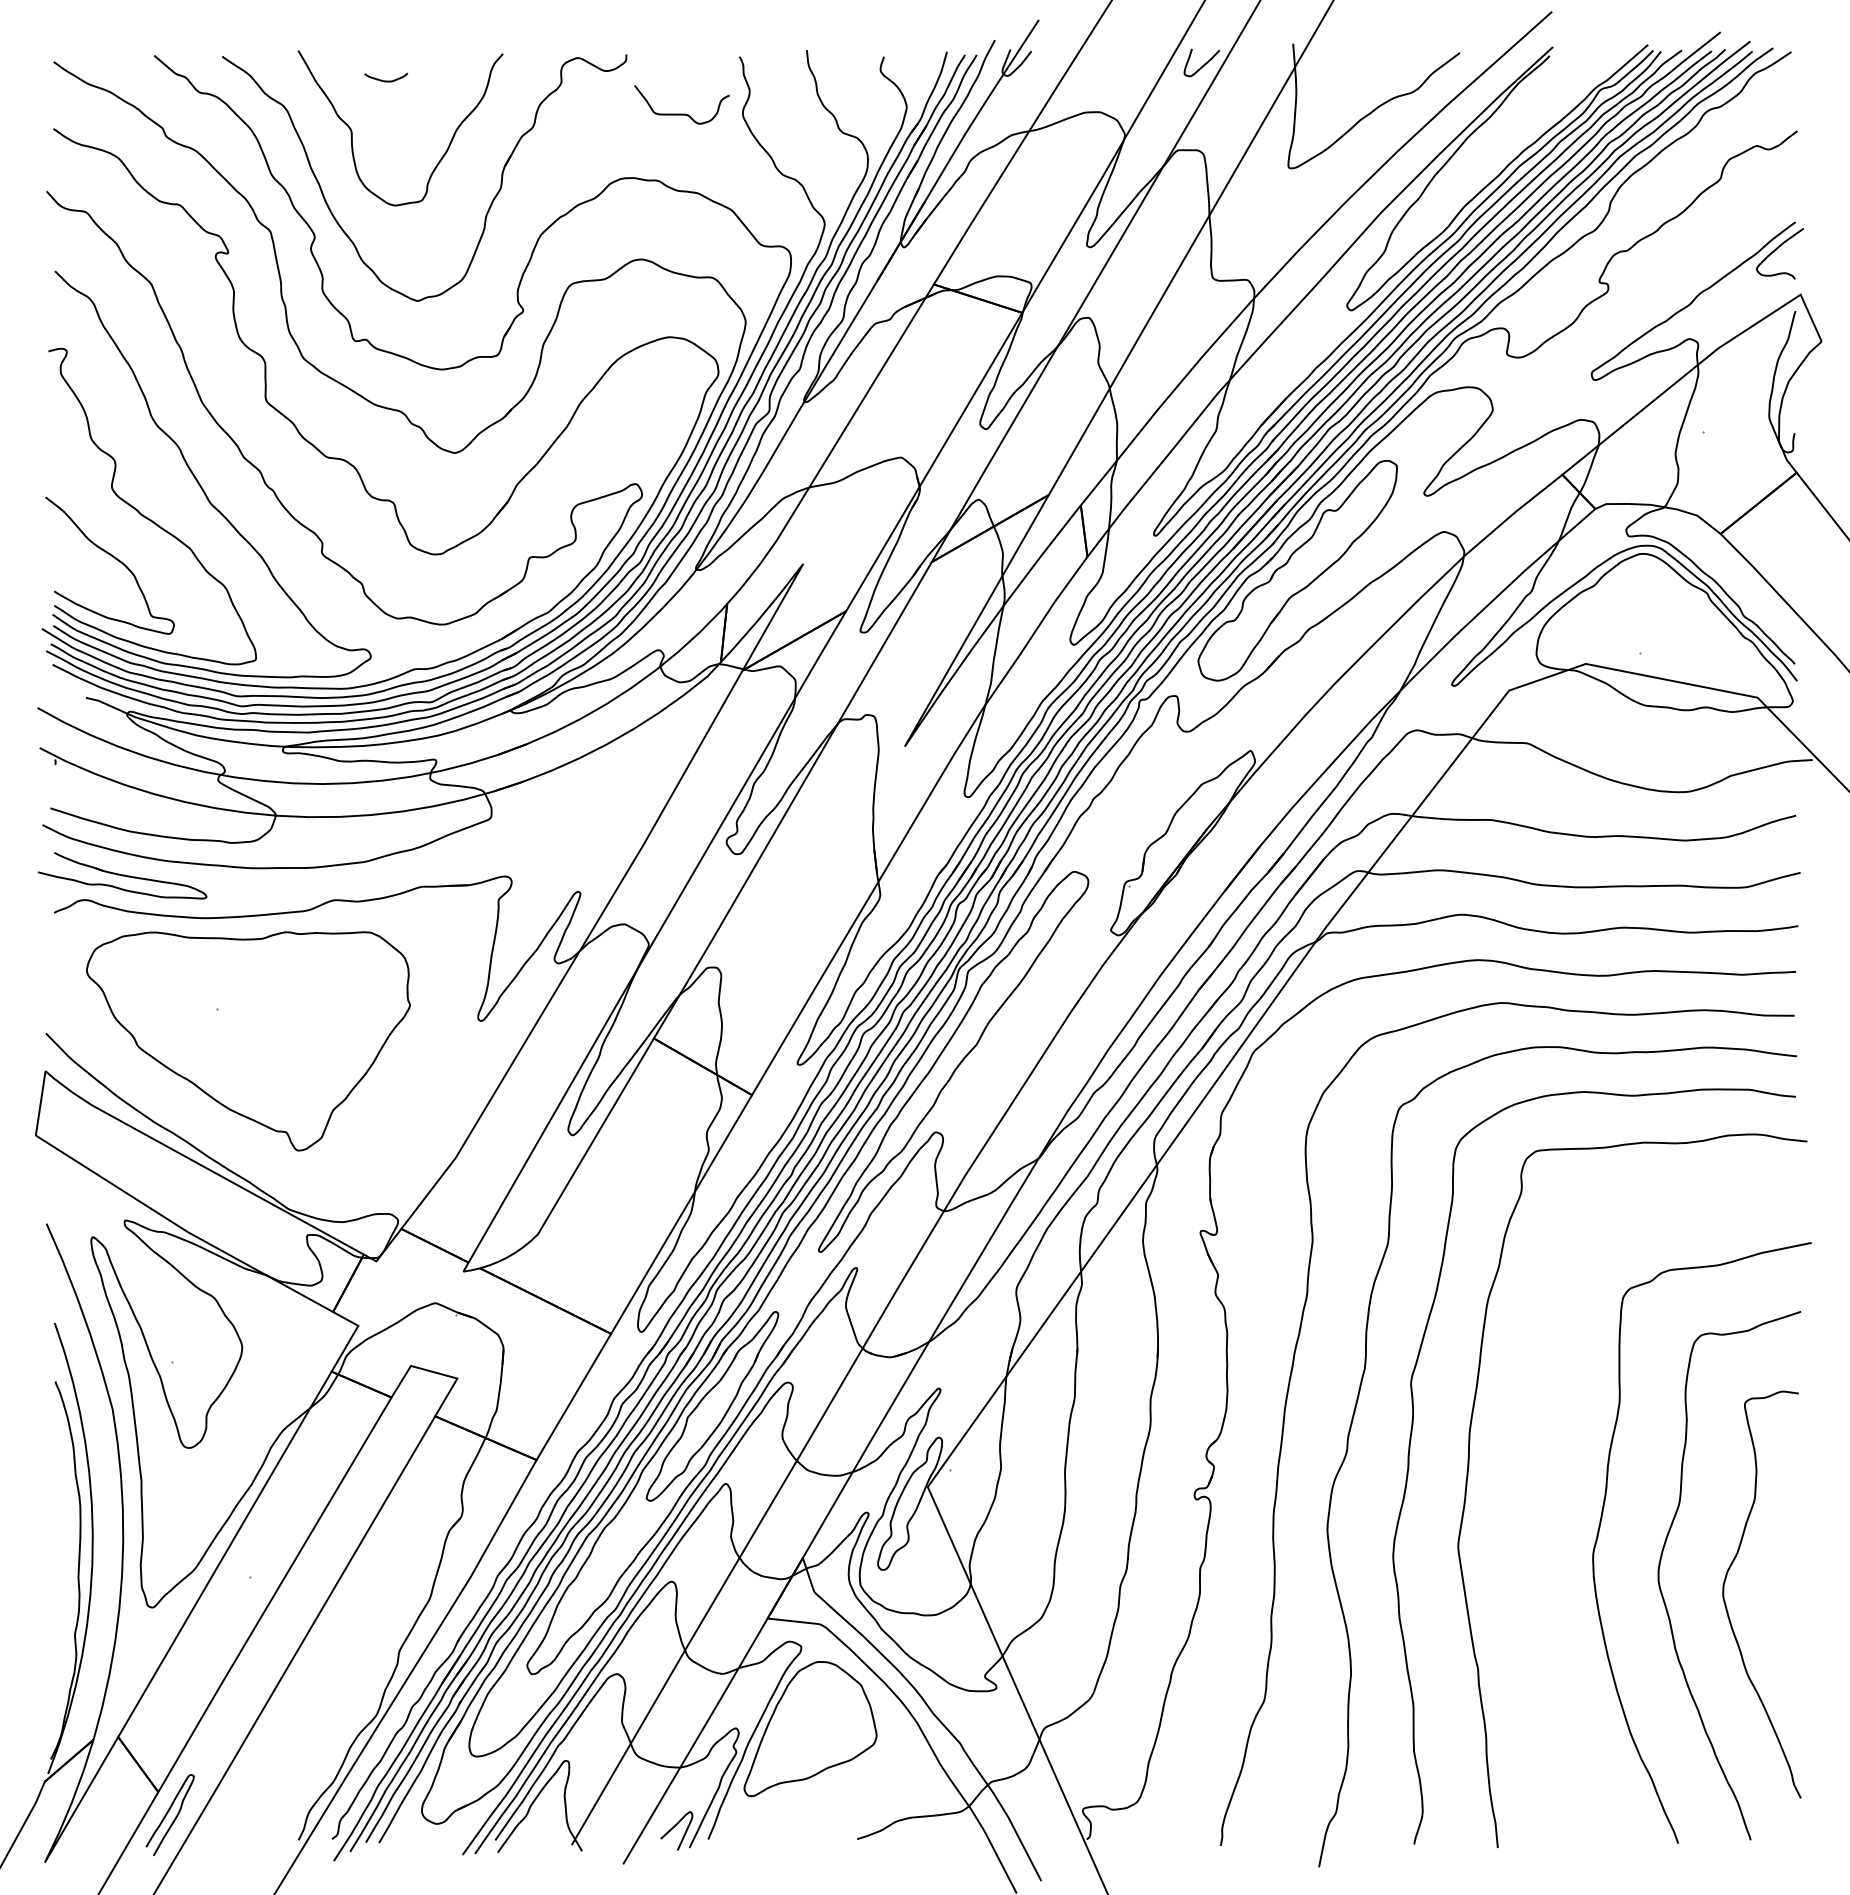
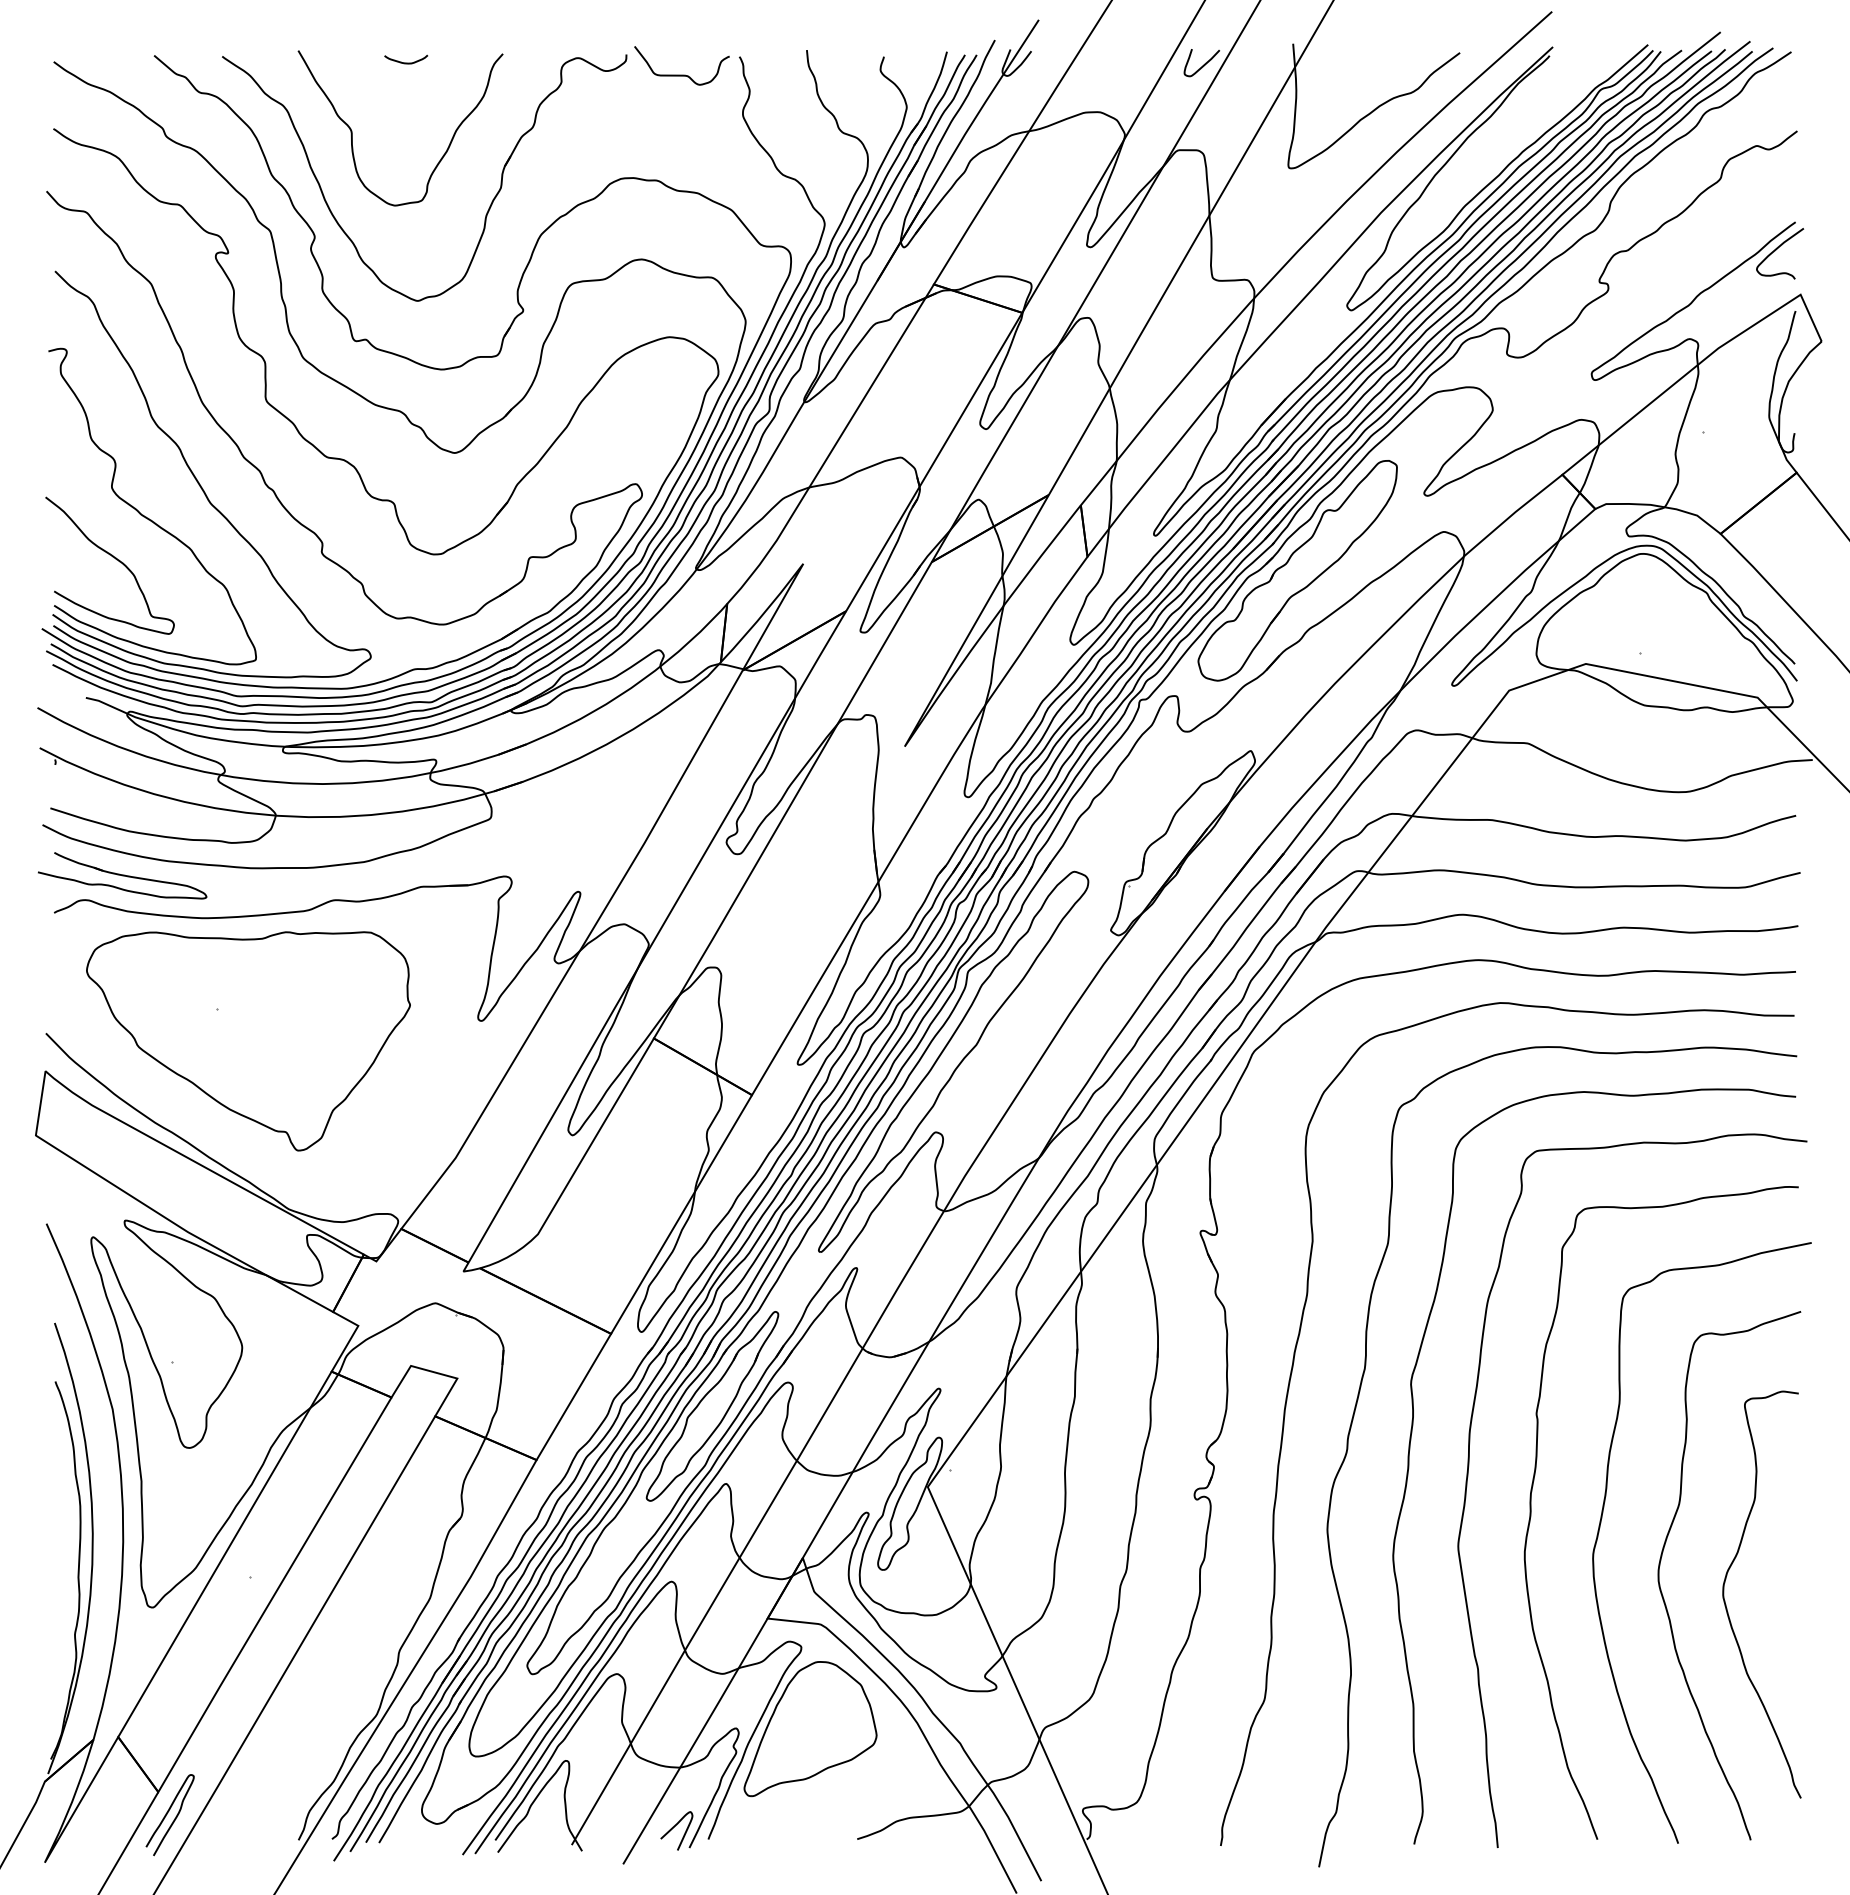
curve at (386, 80) position: (386, 80) -> (406, 62)
curve at (681, 113) position: (681, 113) -> (681, 74)
curve at (1531, 1512): none -> present
